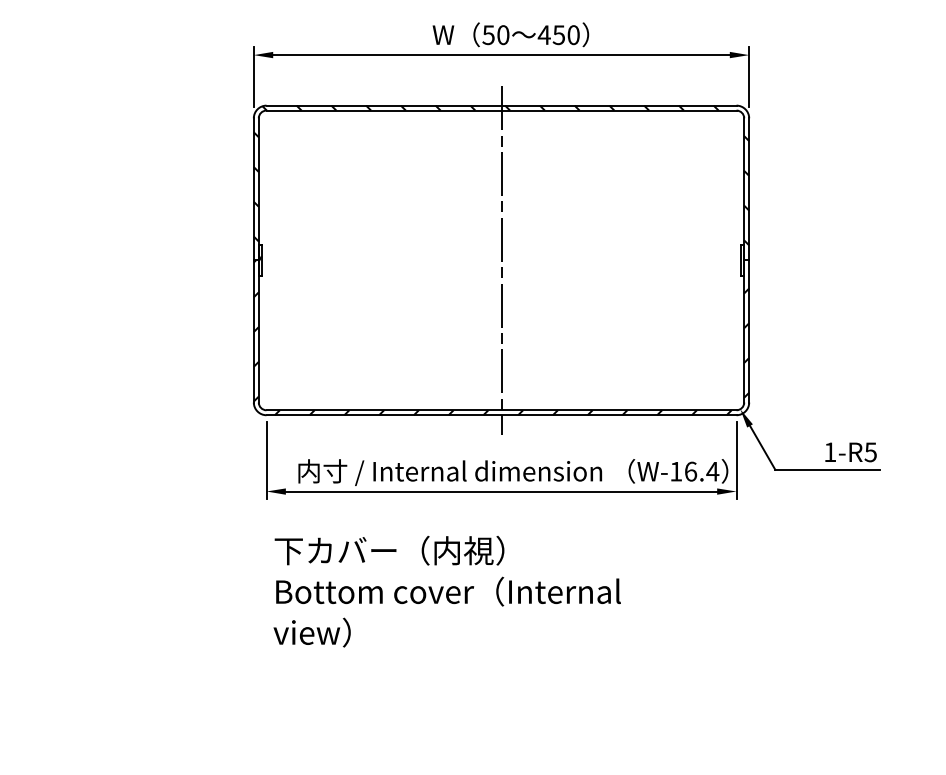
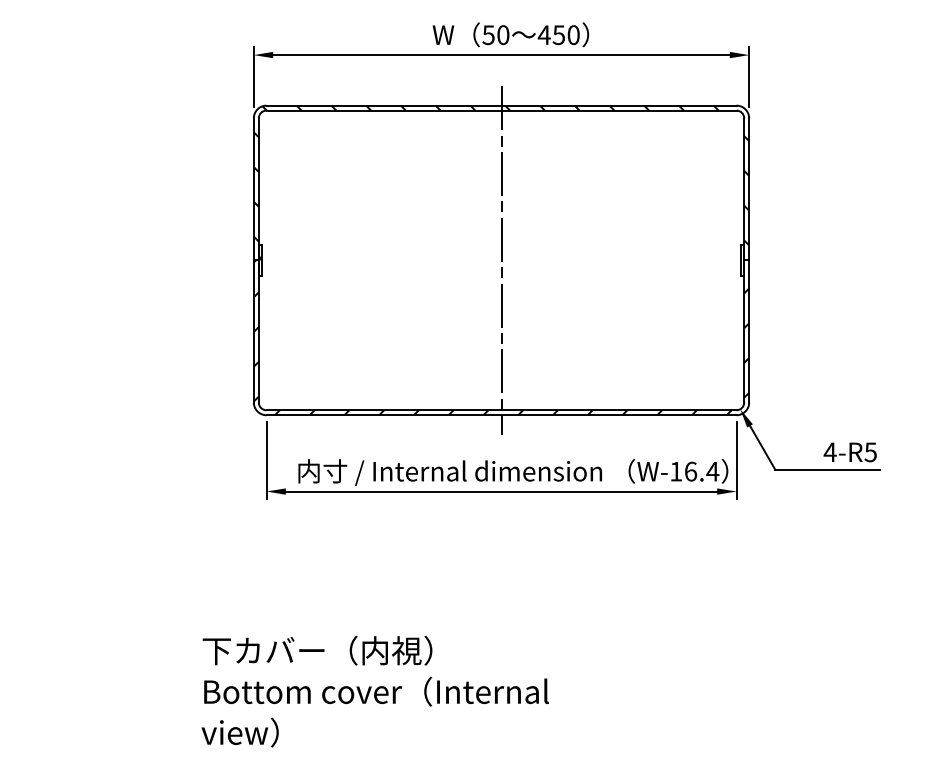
text at (829, 451): 1-R5 -> 4-R5
text at (446, 591) position: (446, 591) -> (374, 691)
